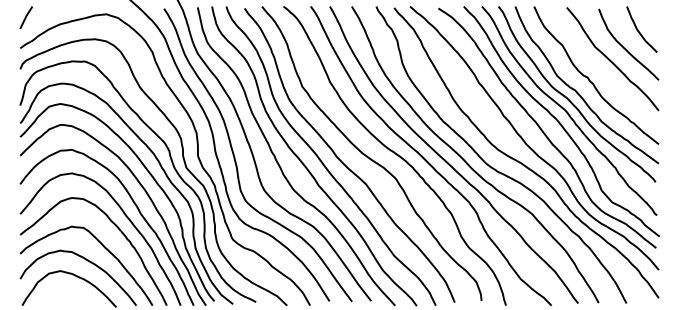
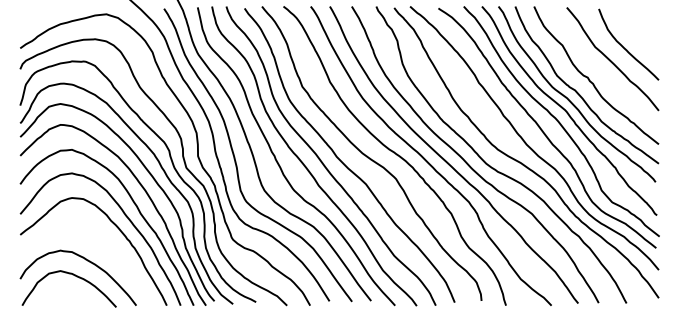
line at (25, 17): present -> none
curve at (639, 31): present -> none
curve at (103, 247): present -> none
